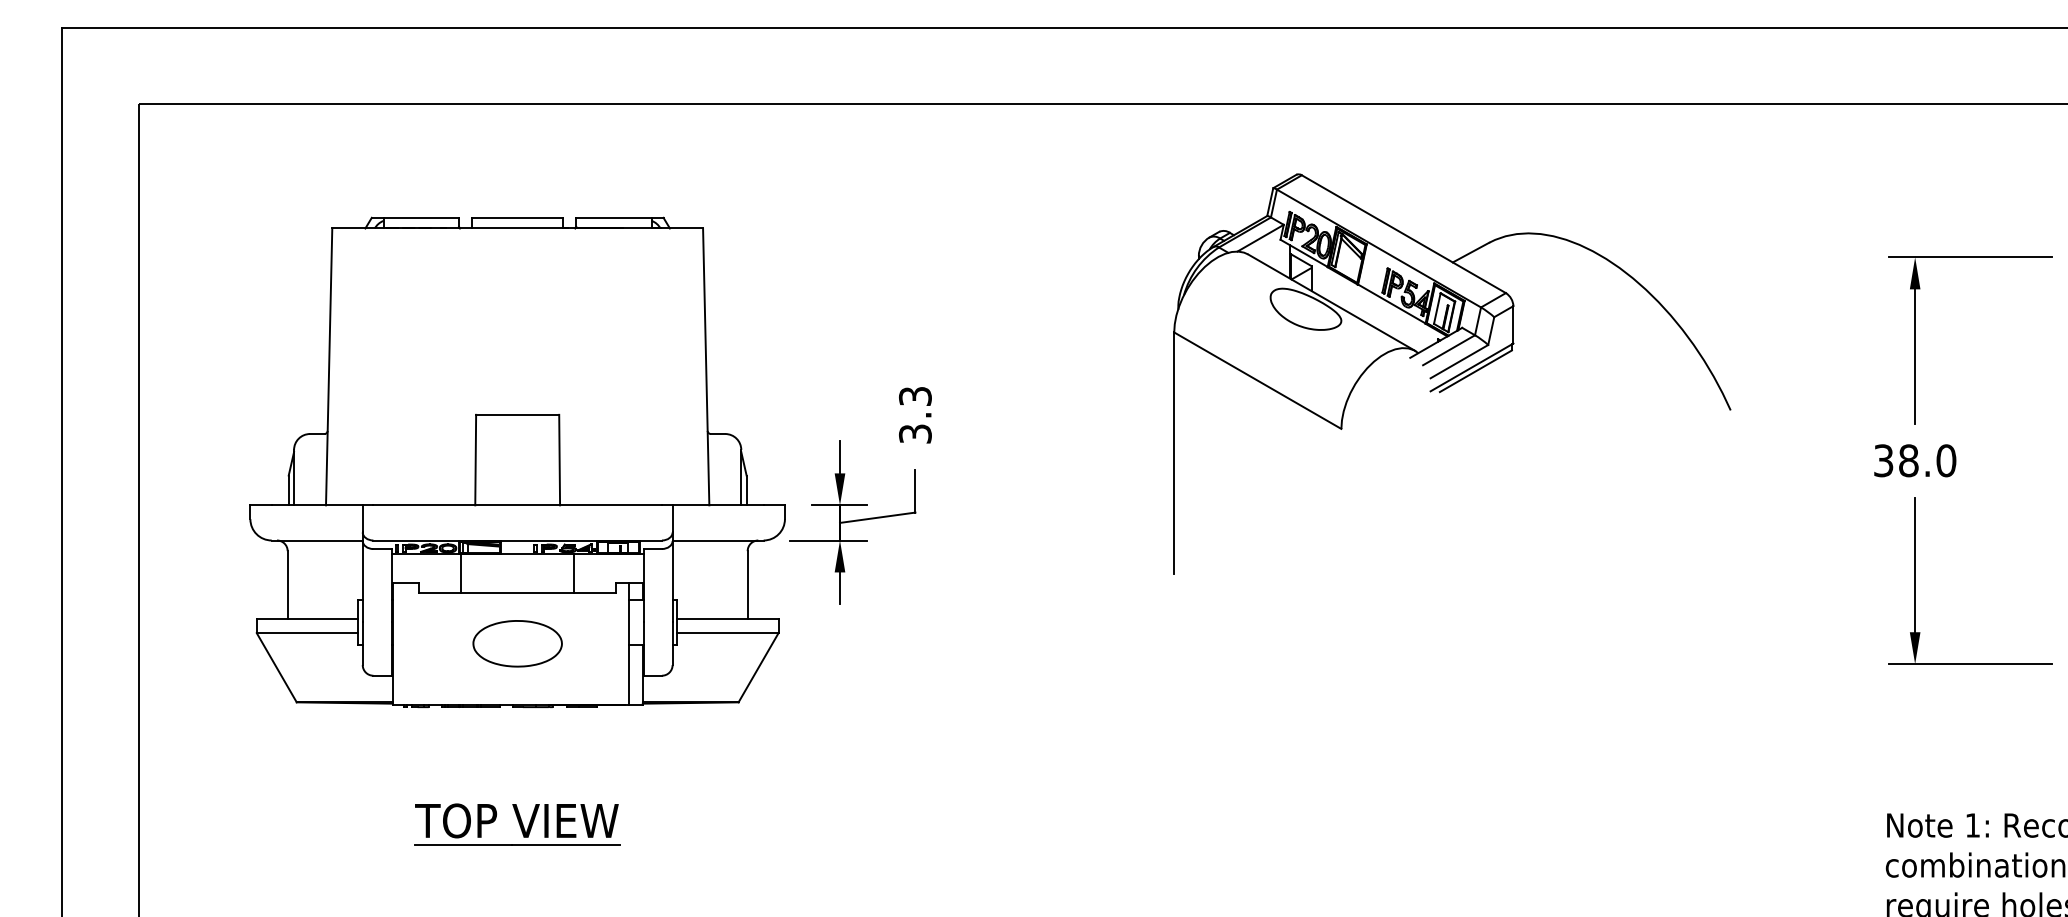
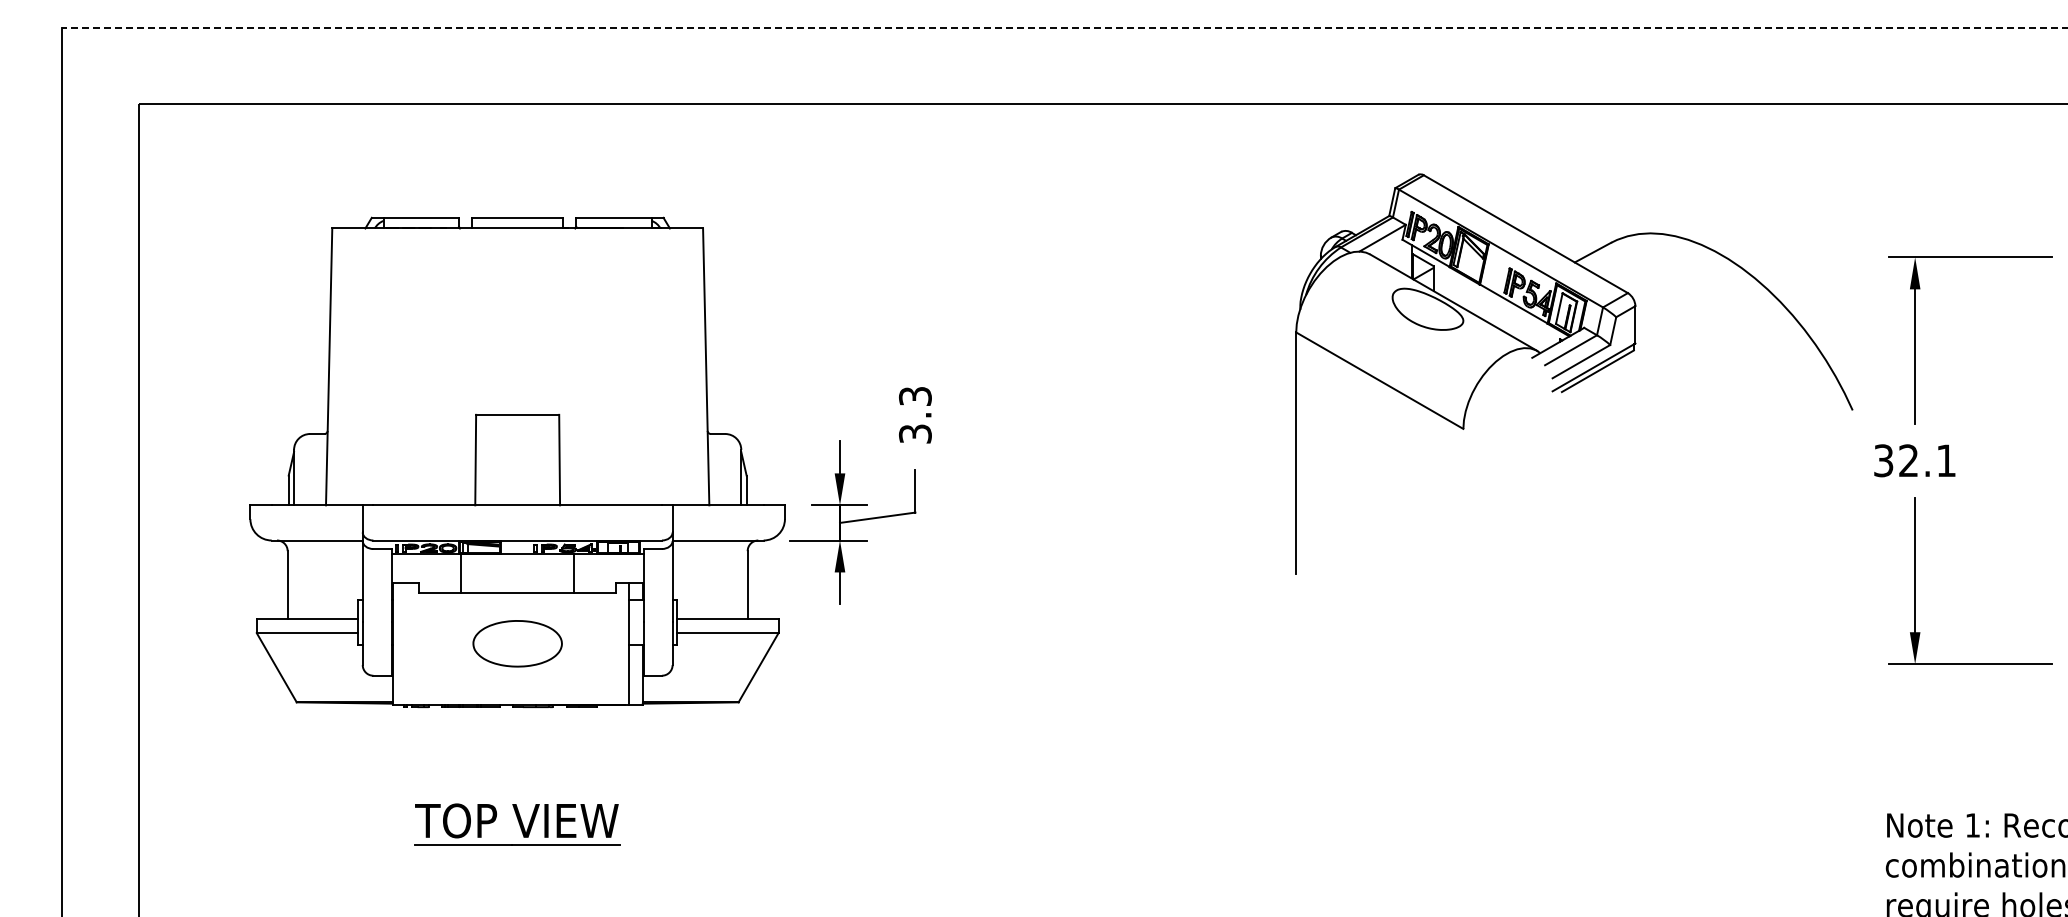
line at (1064, 27): solid -> dashed
part at (1452, 373) position: (1452, 373) -> (1574, 373)
text at (1927, 460): 38.0 -> 32.1
